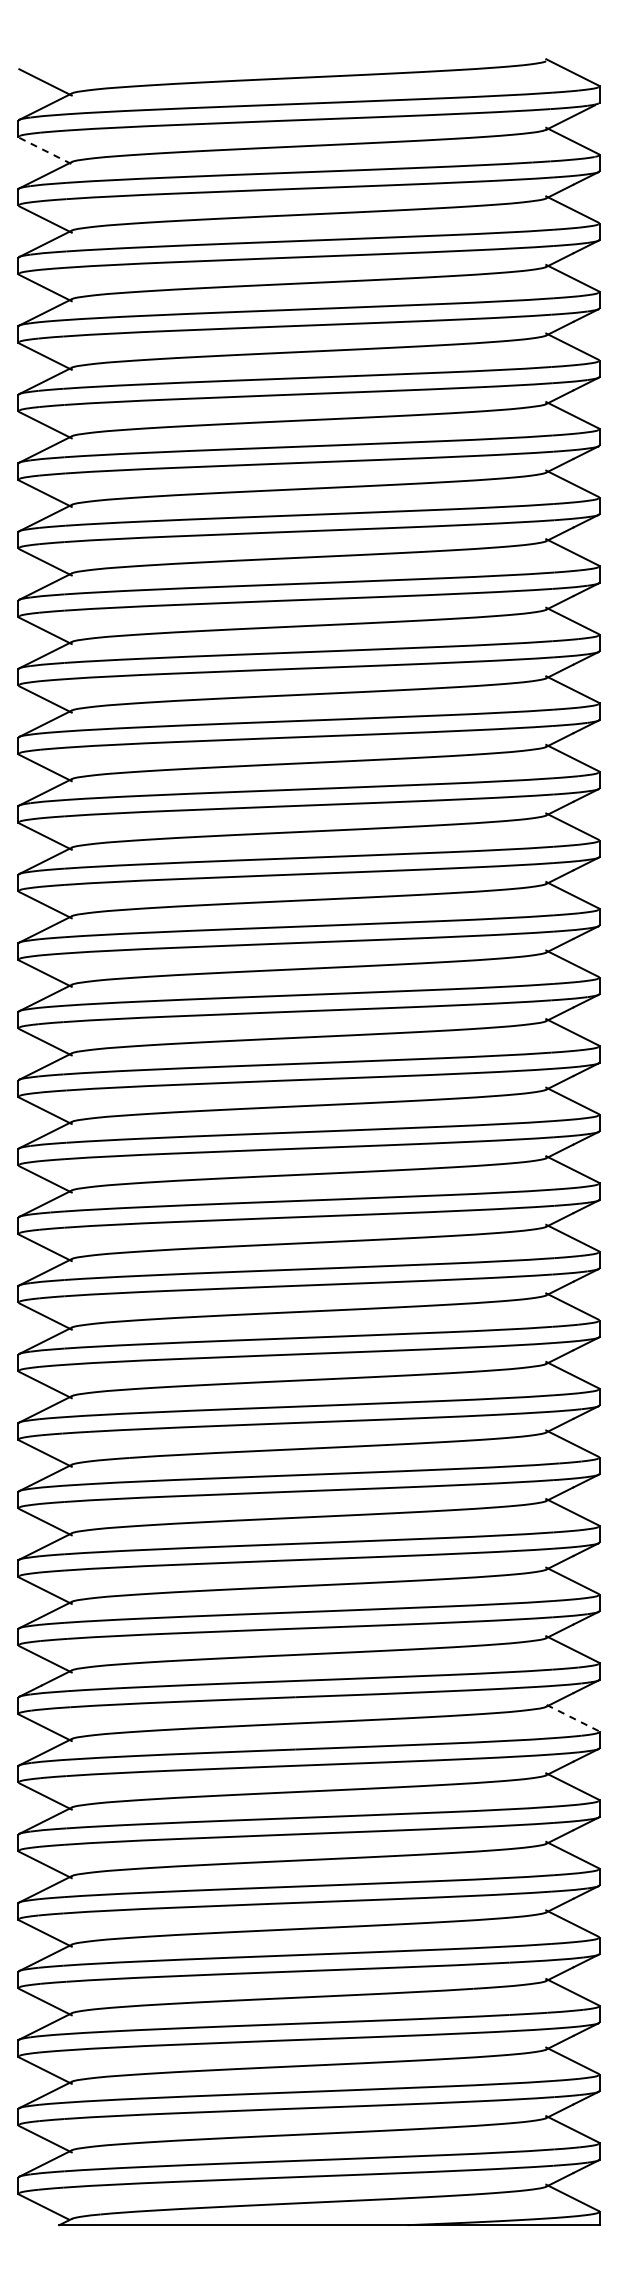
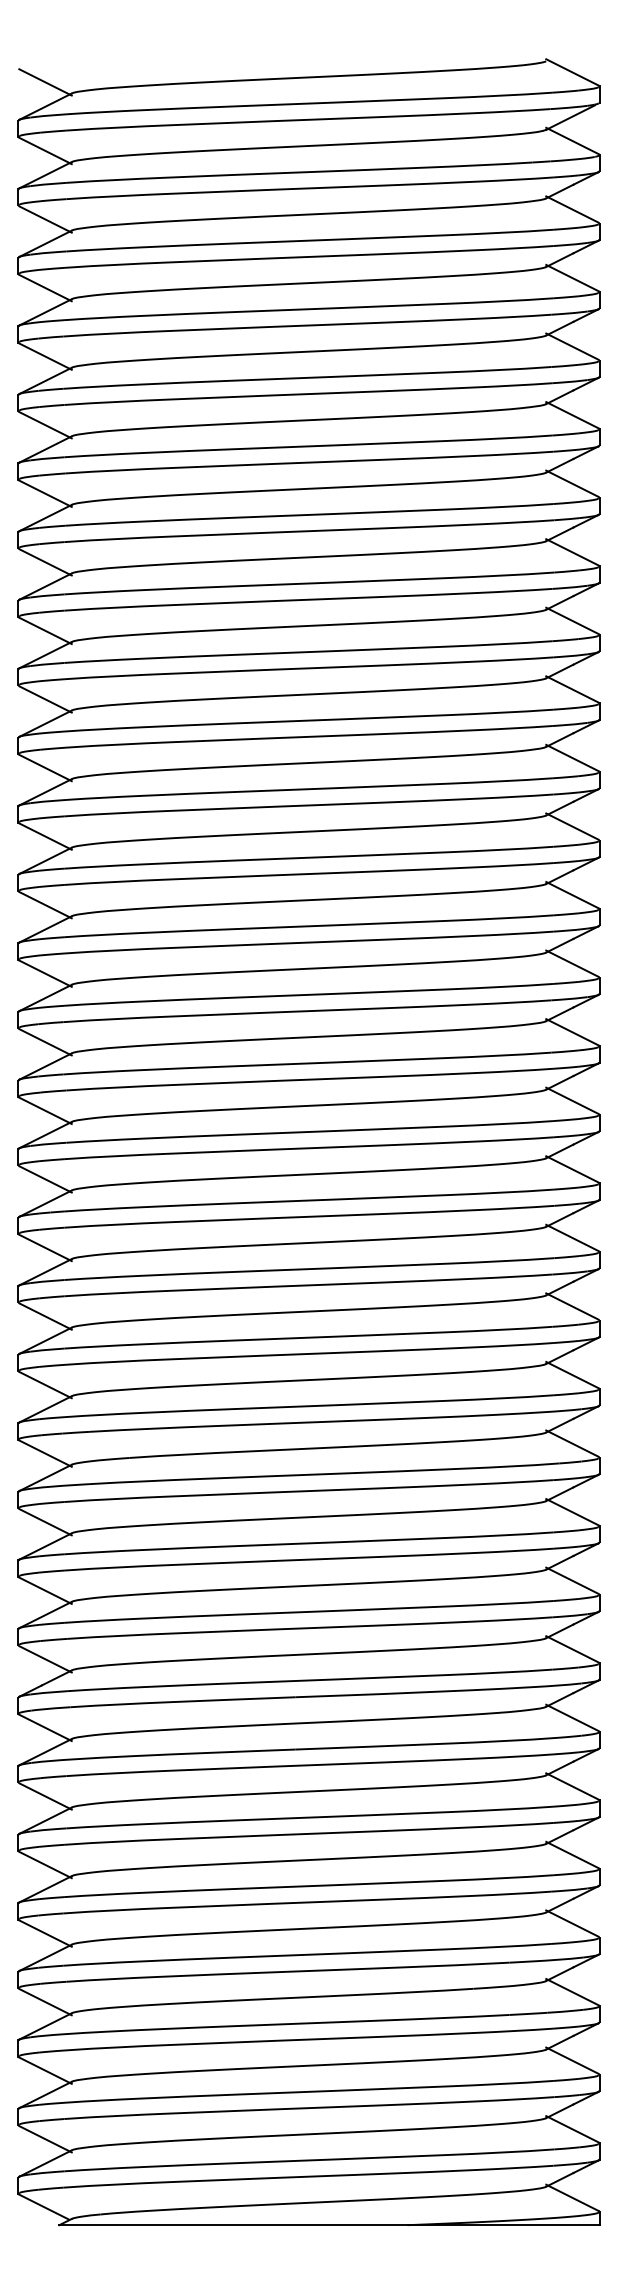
line at (45, 151): dashed -> solid
line at (572, 1717): dashed -> solid
